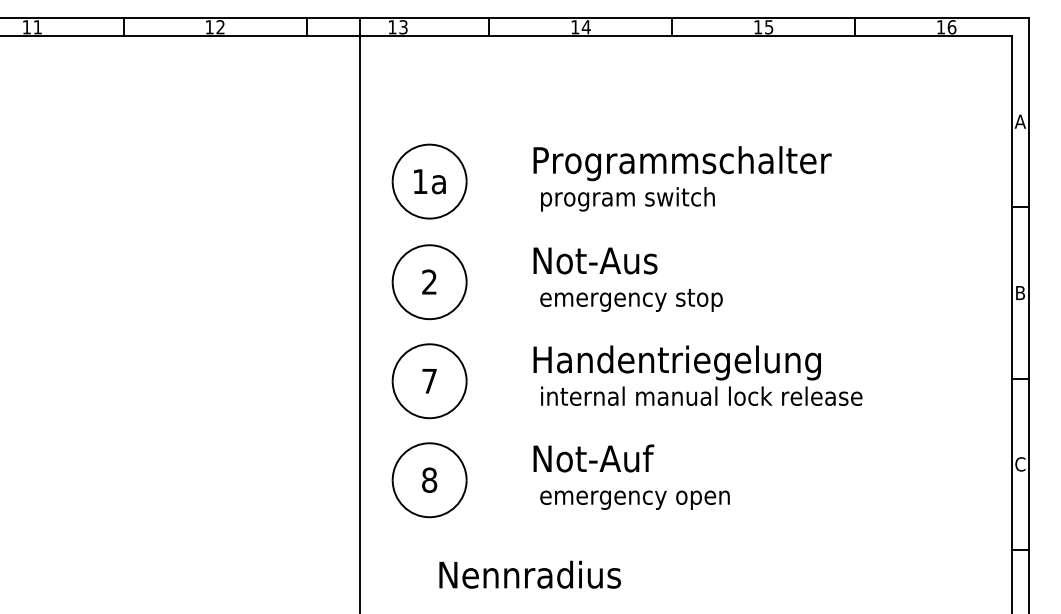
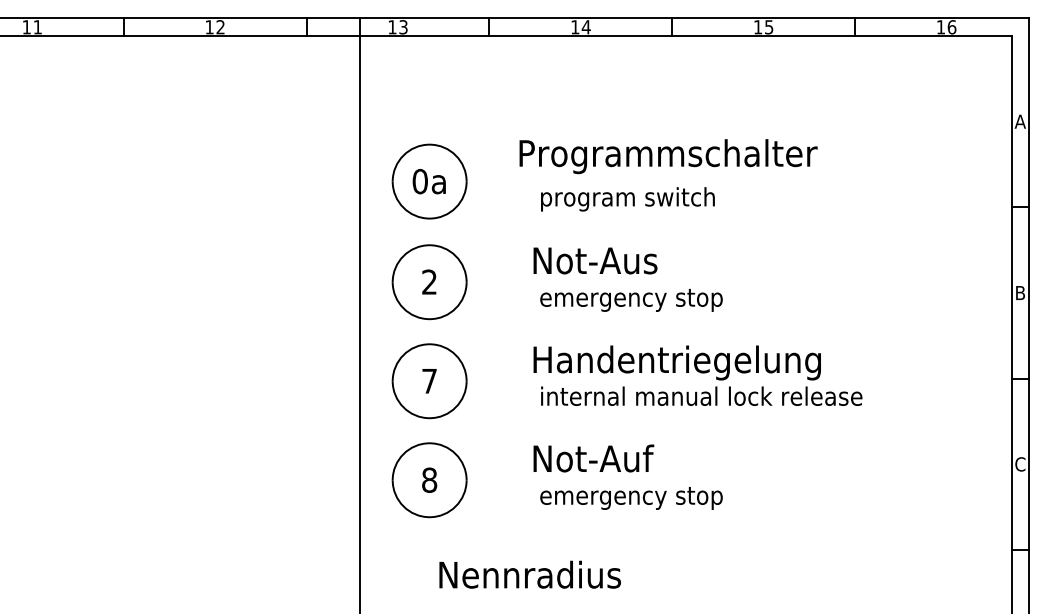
text at (682, 163) position: (682, 163) -> (668, 156)
text at (419, 181): 1a -> 0a
text at (702, 498): emergency open -> emergency stop
